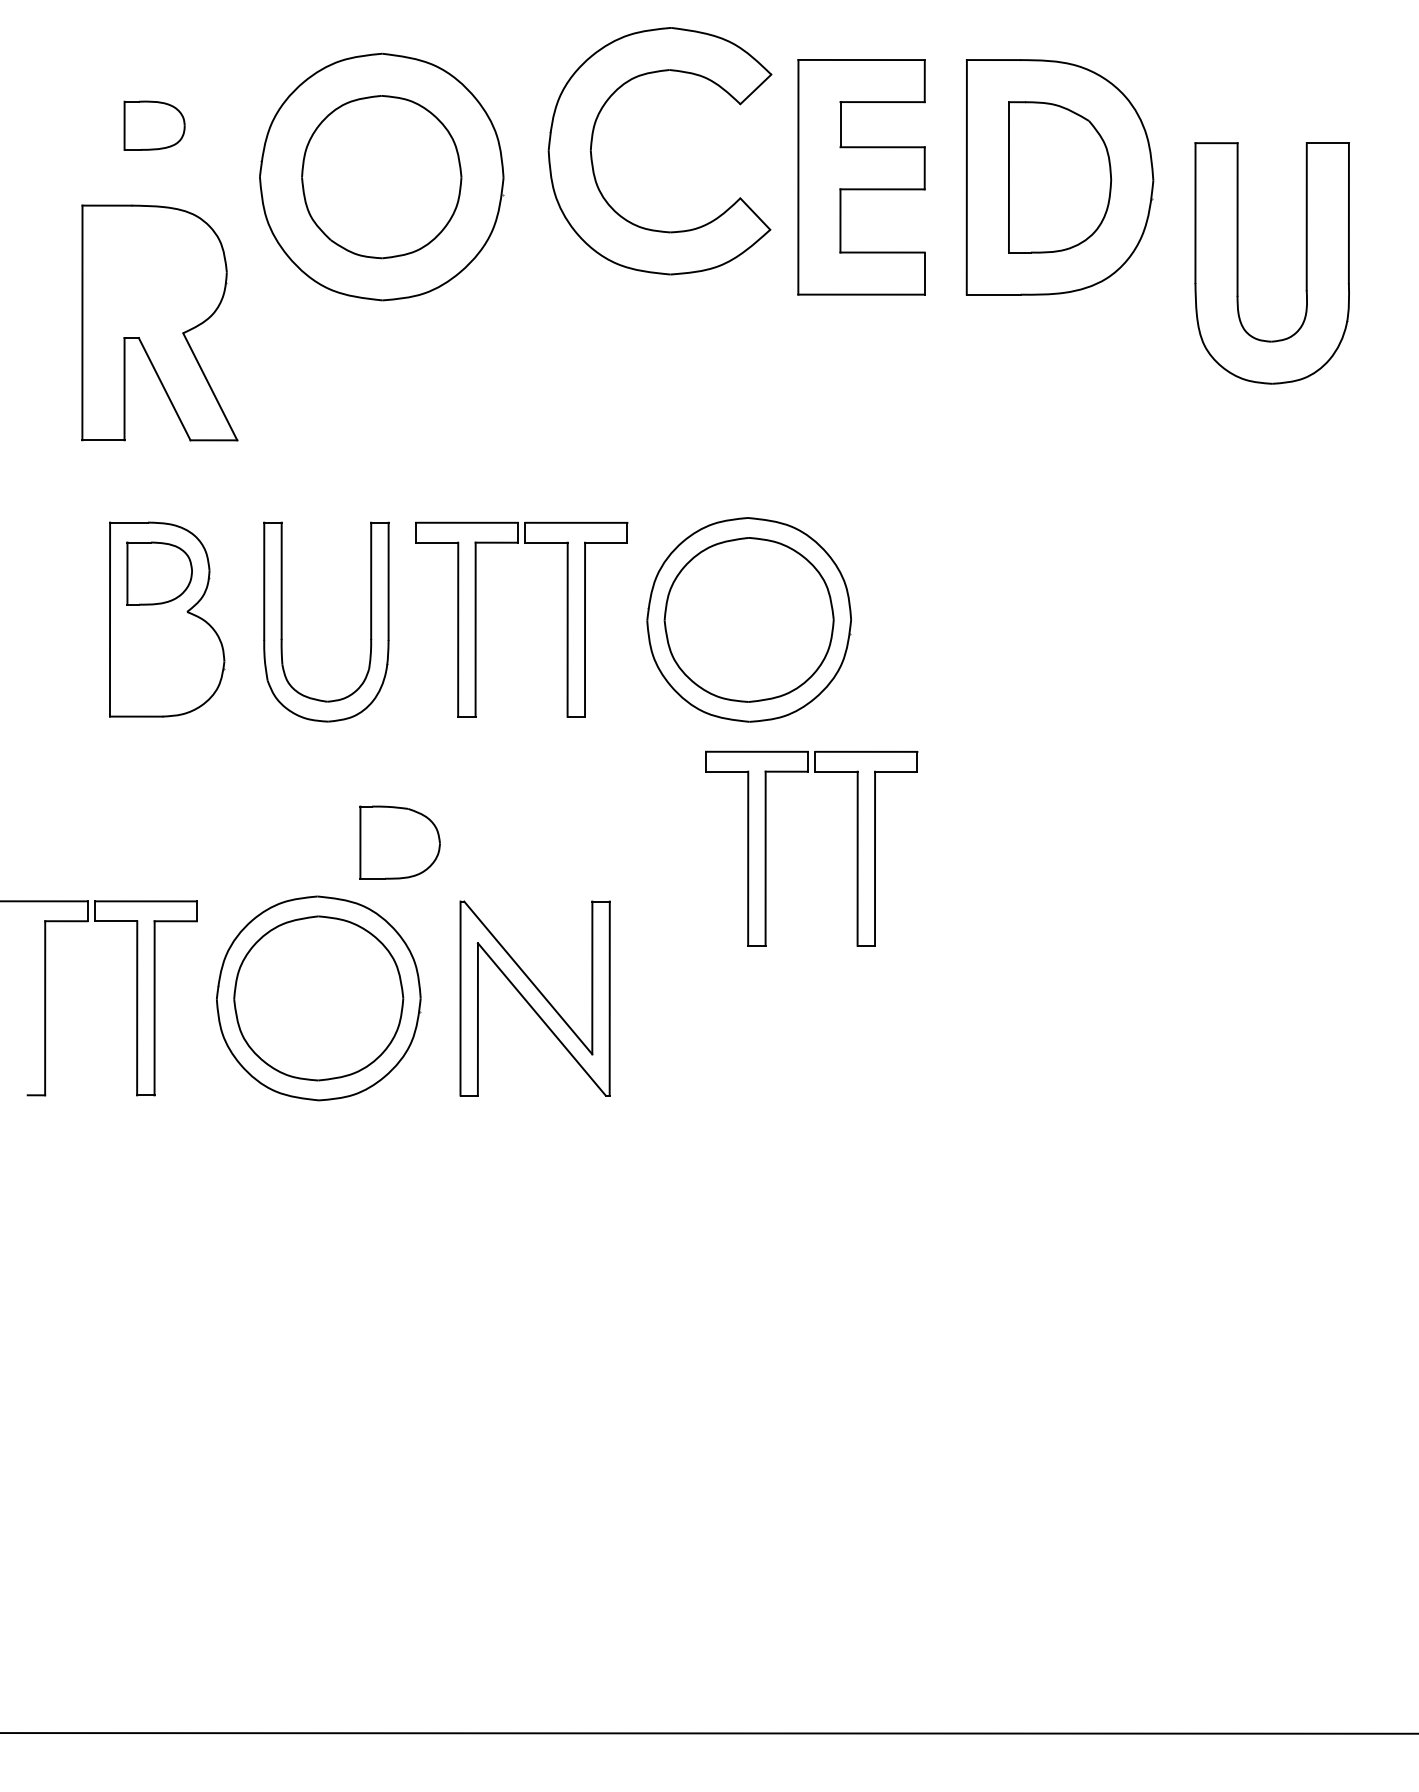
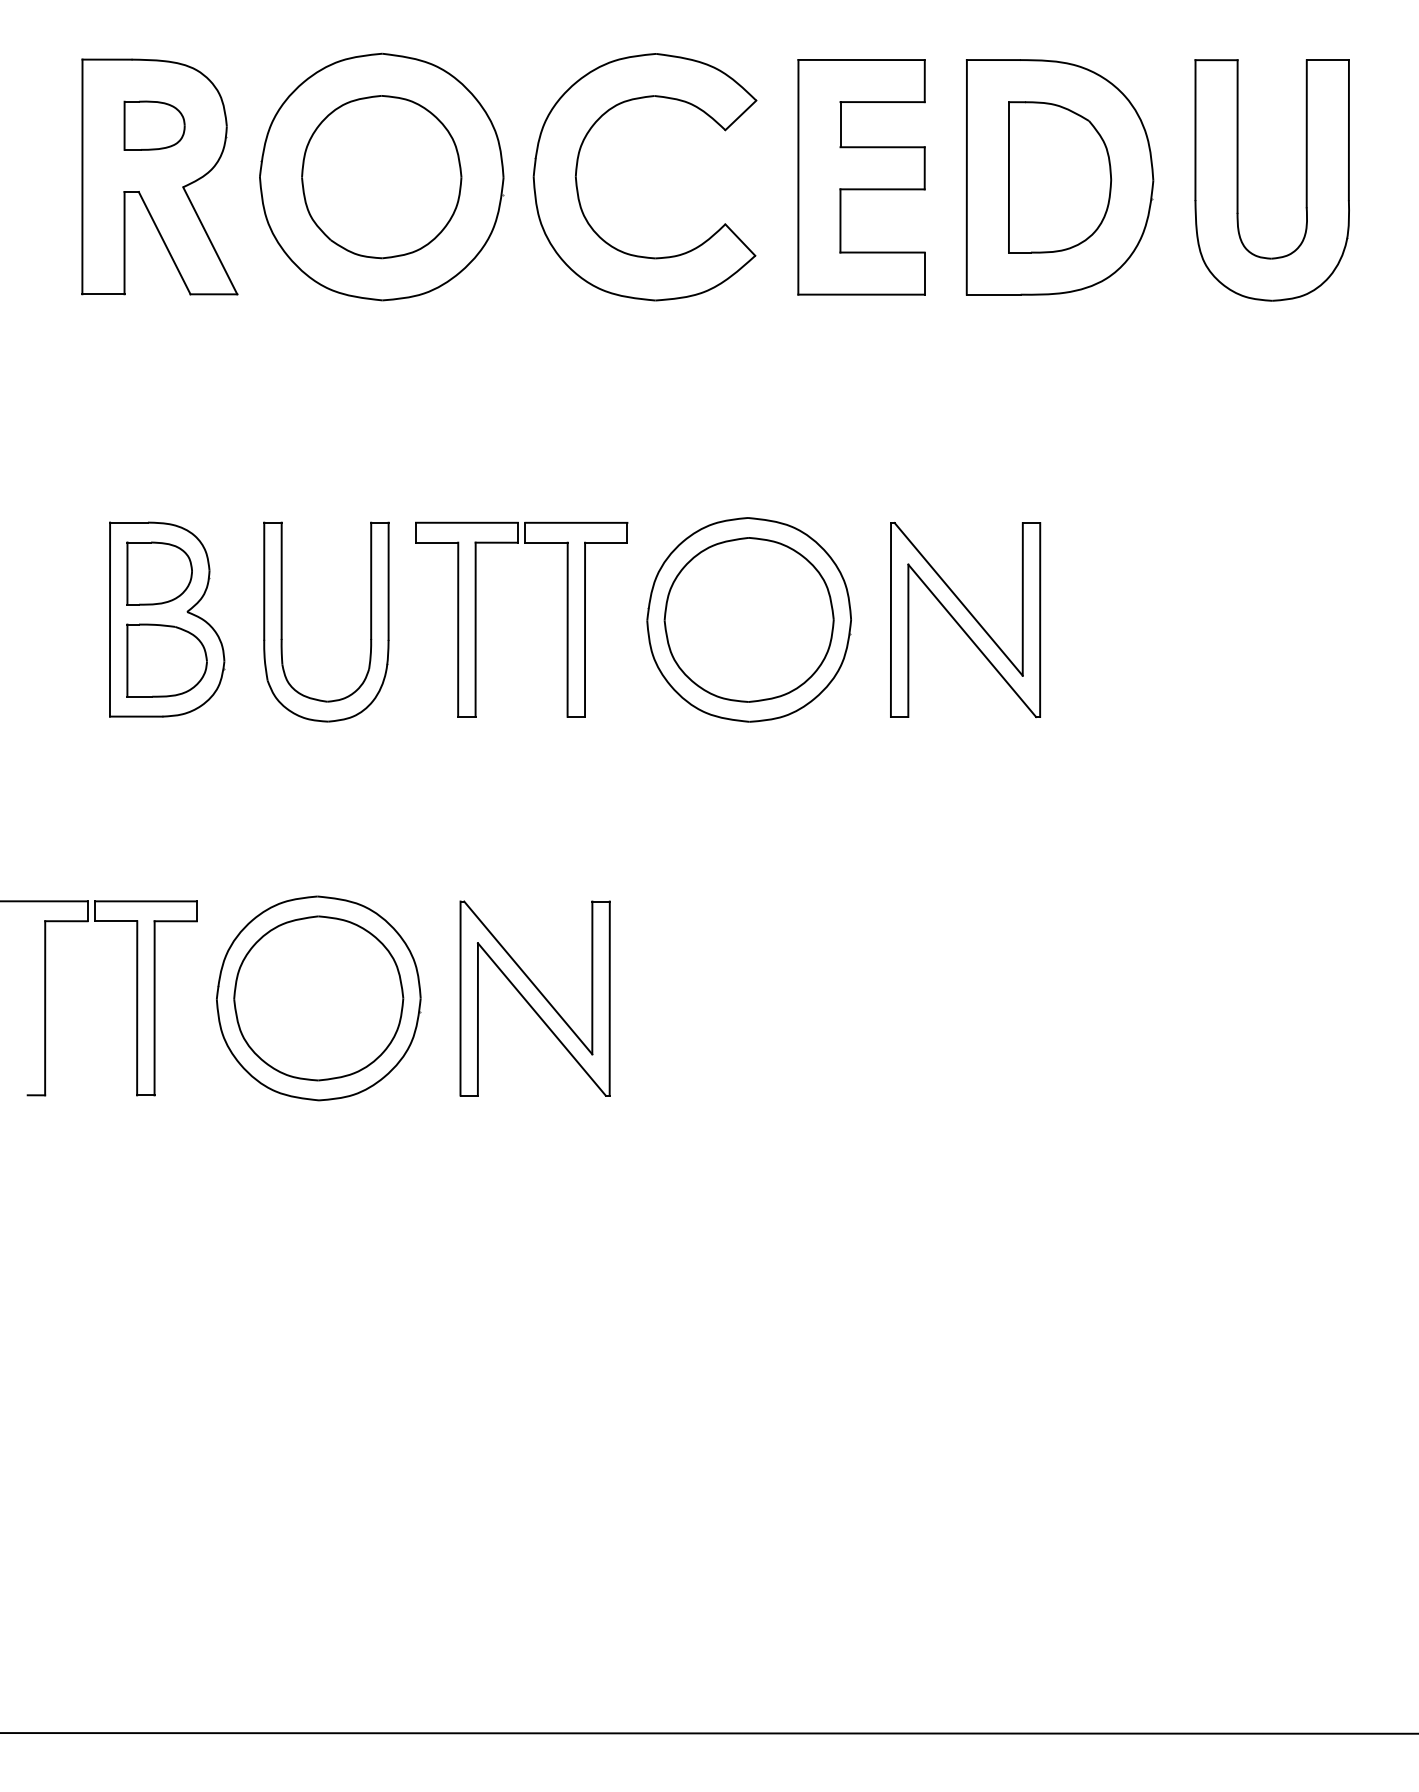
part at (593, 163) position: (593, 163) -> (578, 189)
part at (1238, 263) position: (1238, 263) -> (1238, 180)
part at (159, 322) position: (159, 322) -> (159, 176)
part at (965, 620): none -> present
part at (399, 842) position: (399, 842) -> (166, 660)
part at (766, 848): present -> none
